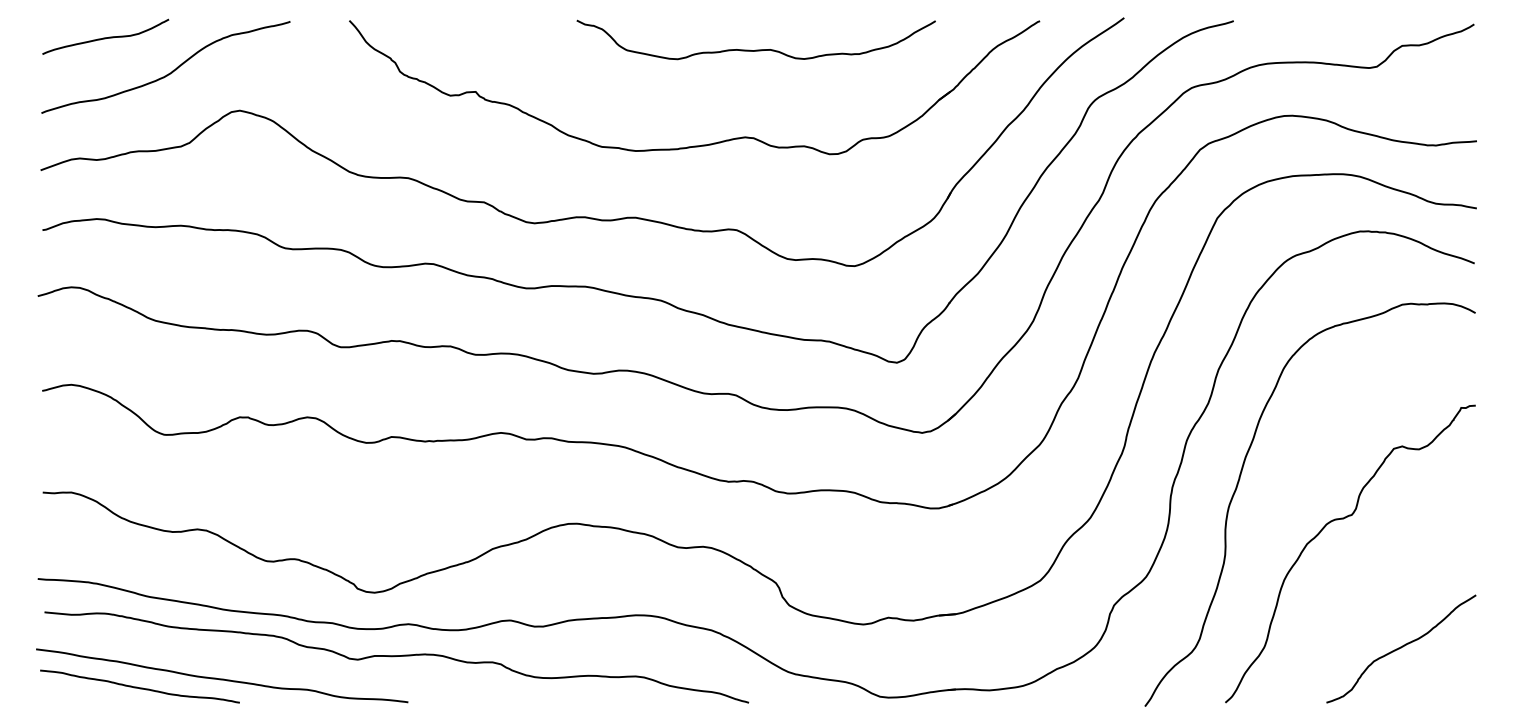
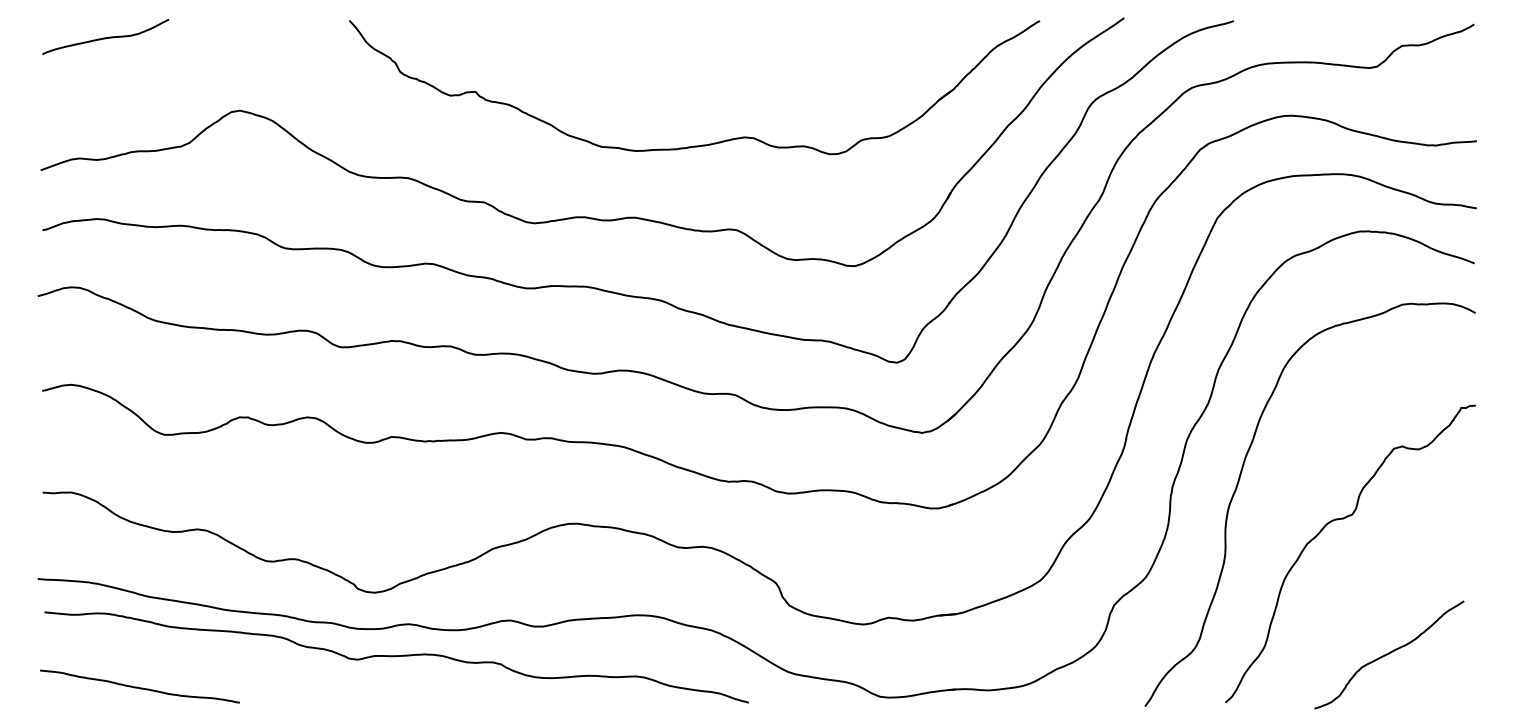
curve at (755, 49): present -> none
curve at (168, 73): present -> none
curve at (1401, 648) position: (1401, 648) -> (1389, 654)
curve at (222, 678): present -> none
